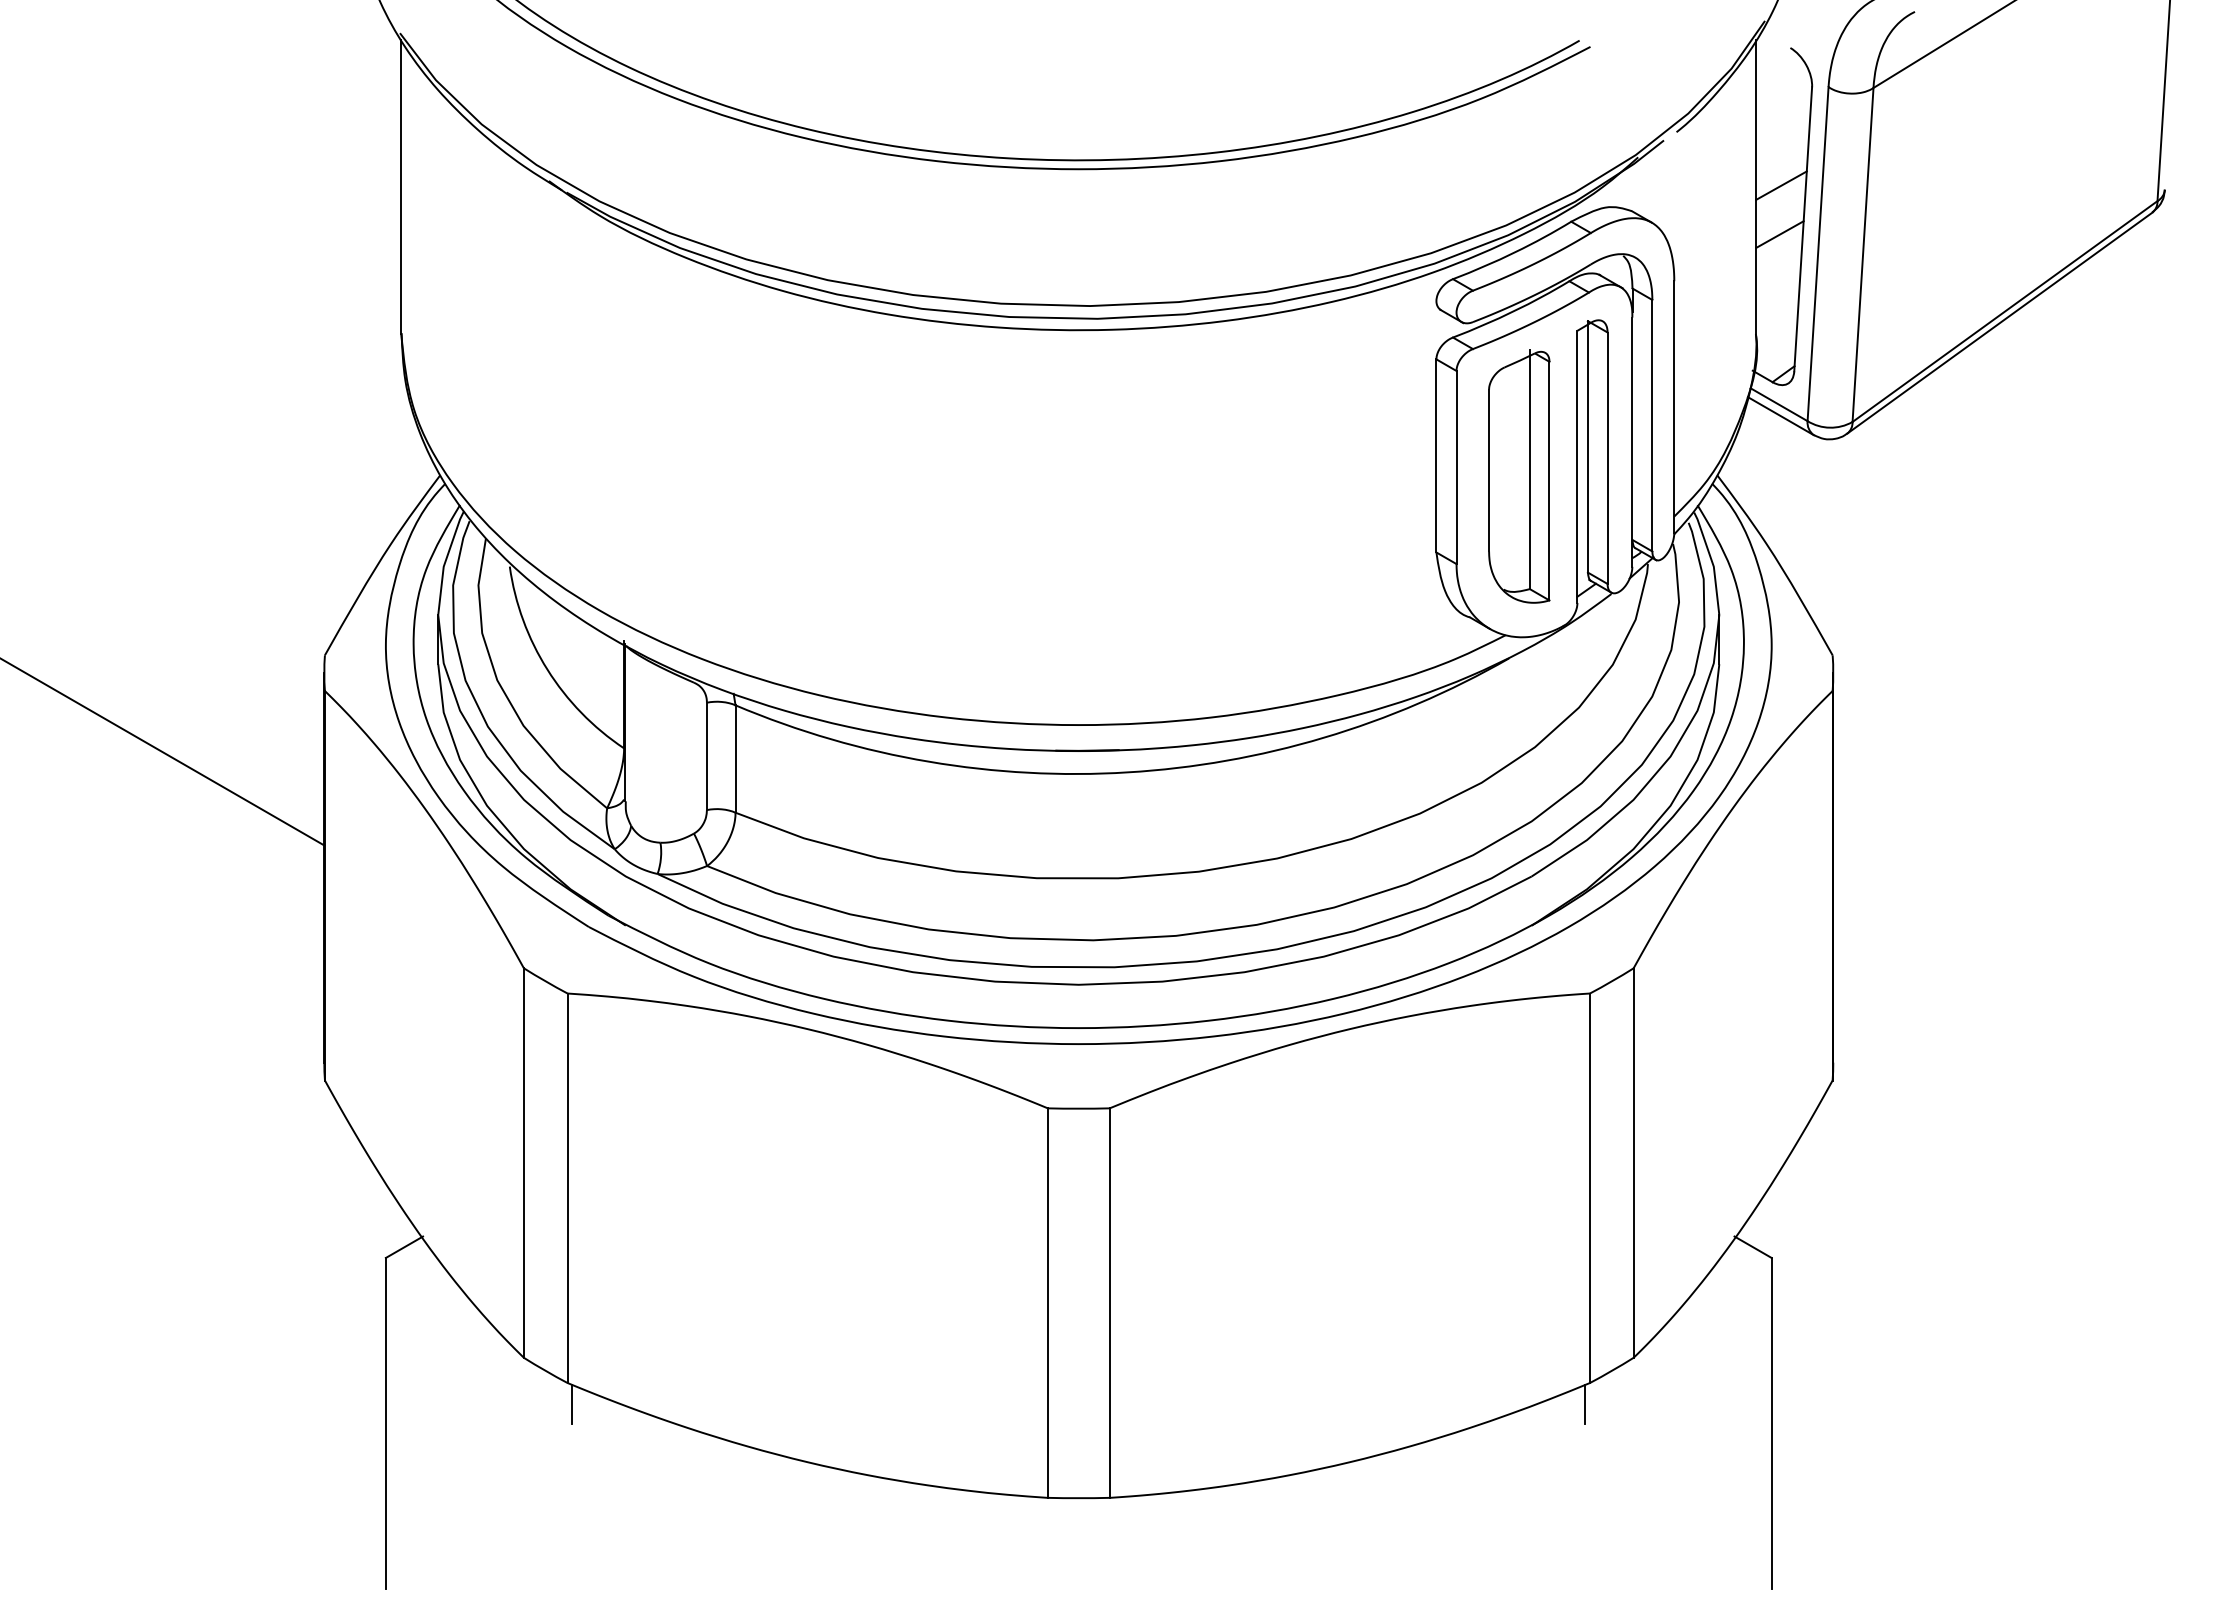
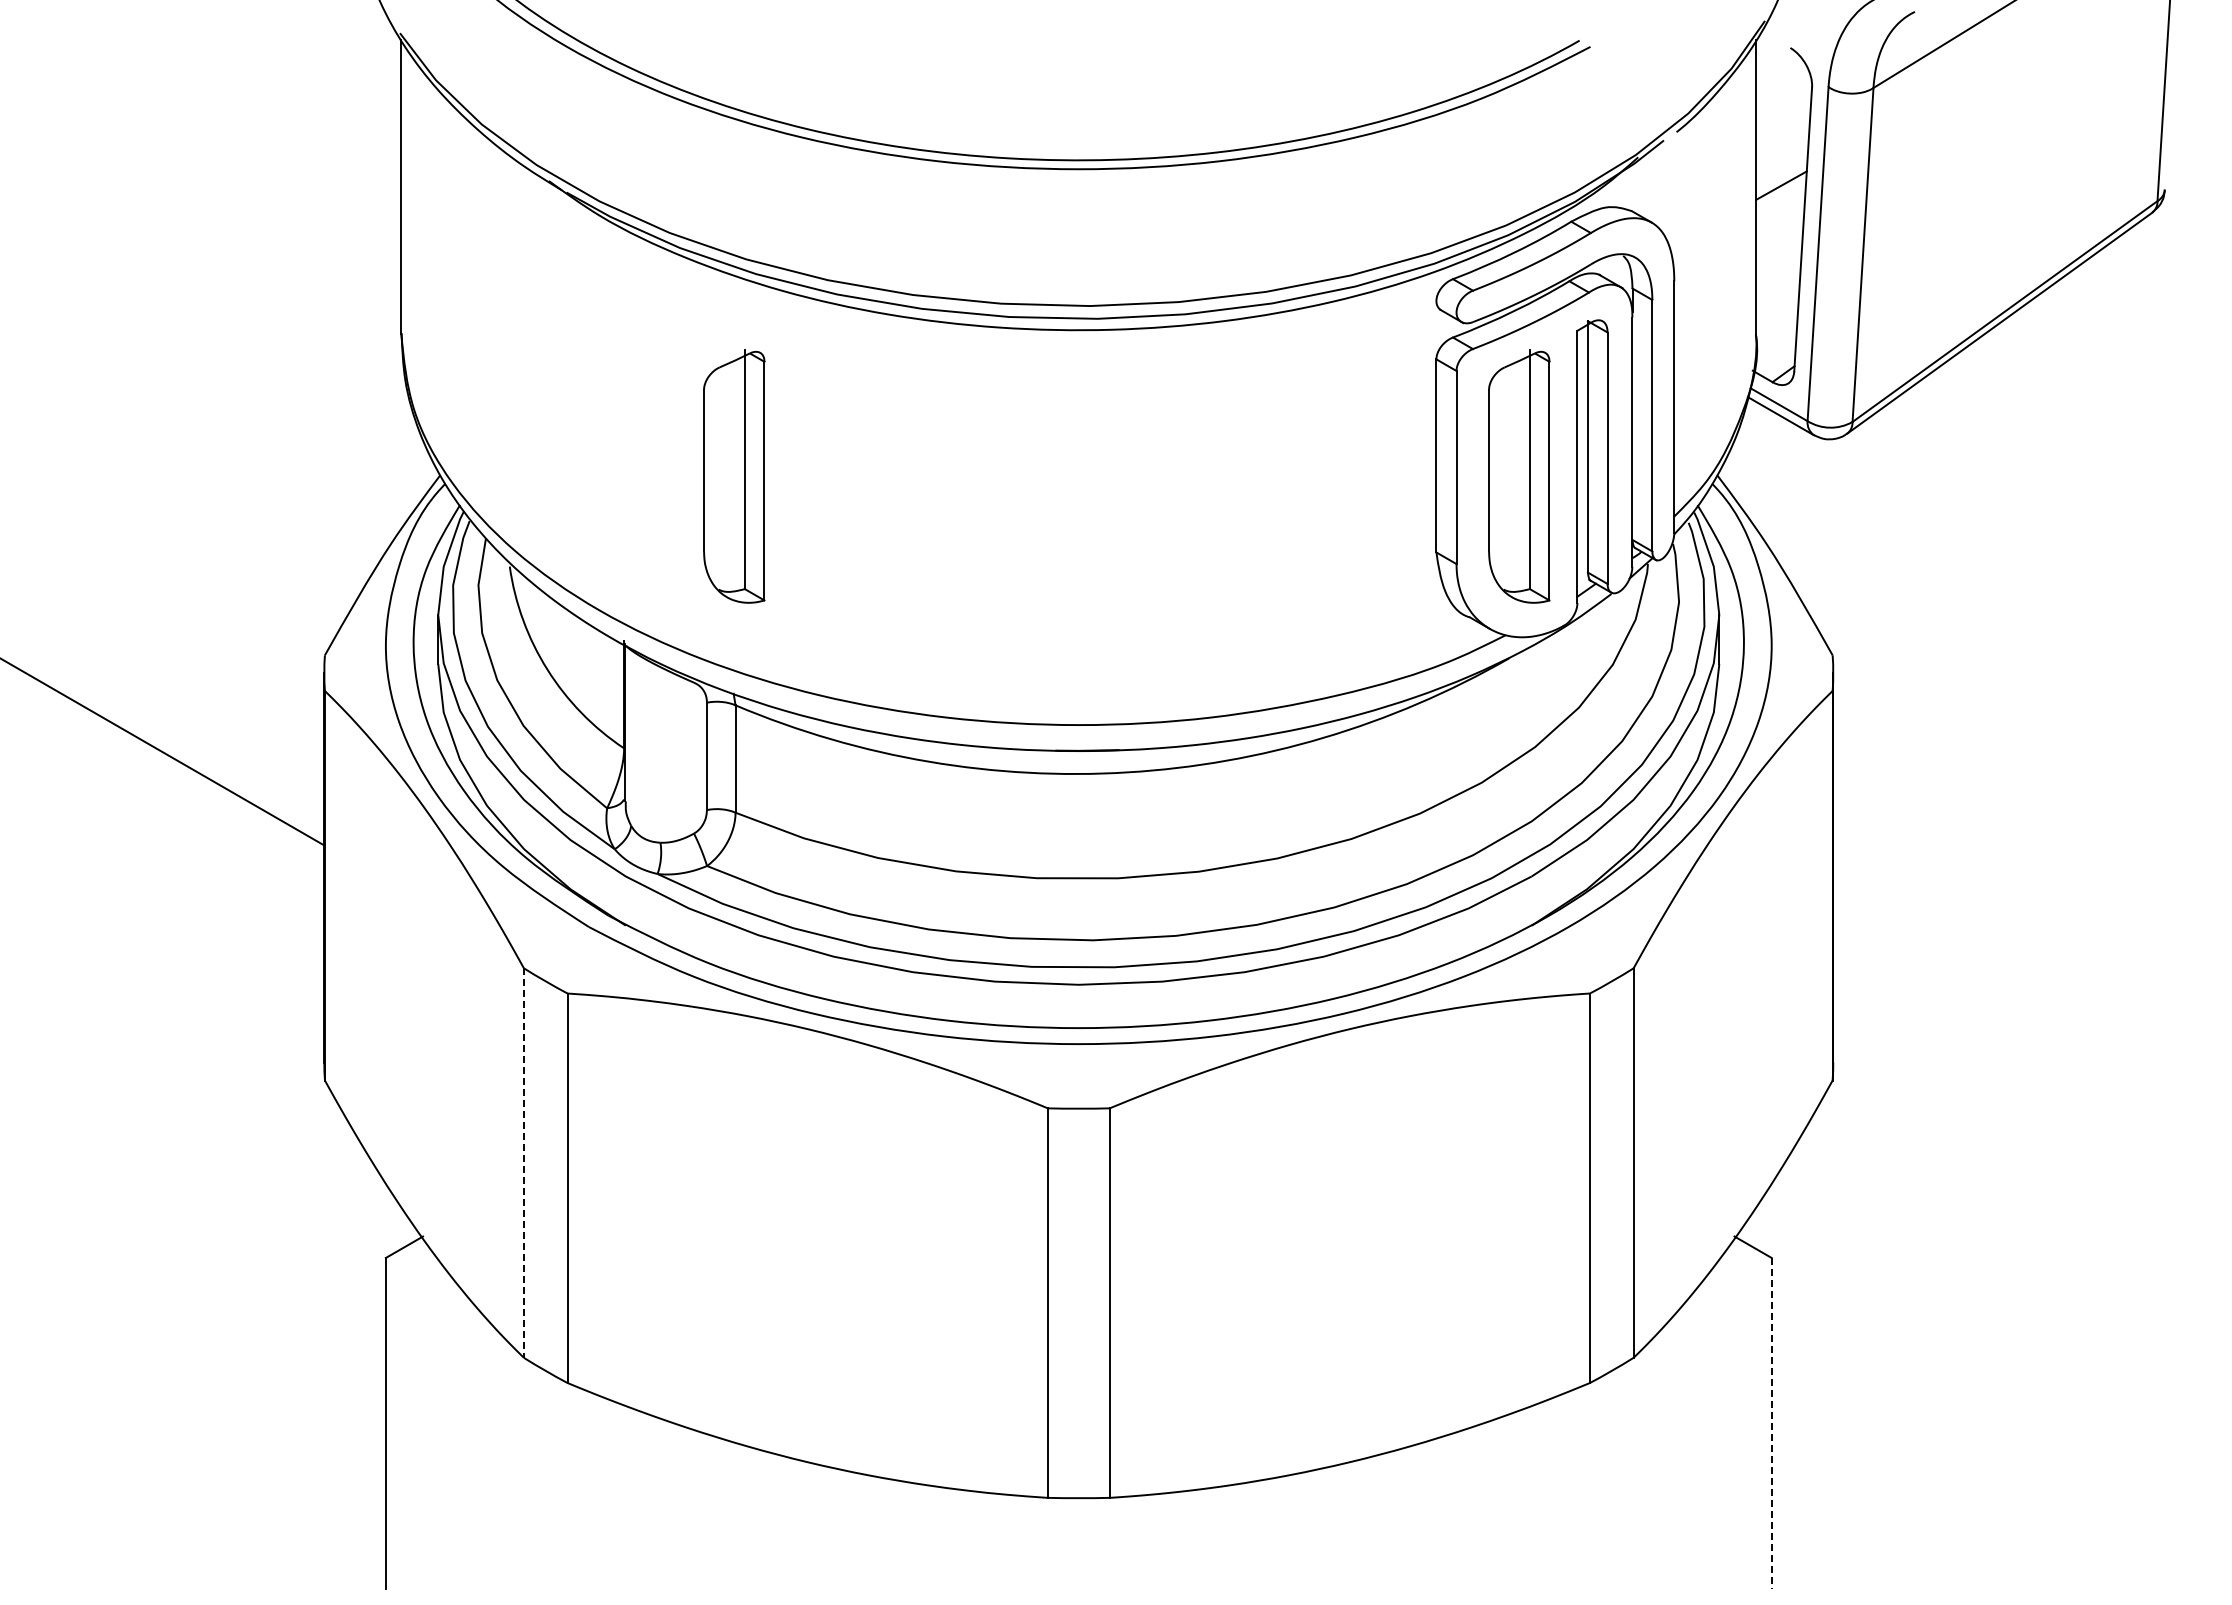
line at (1779, 234): present -> none
part at (734, 476): none -> present
line at (523, 1163): solid -> dashed
line at (572, 1403): present -> none
line at (1585, 1403): present -> none
line at (1771, 1423): solid -> dashed
